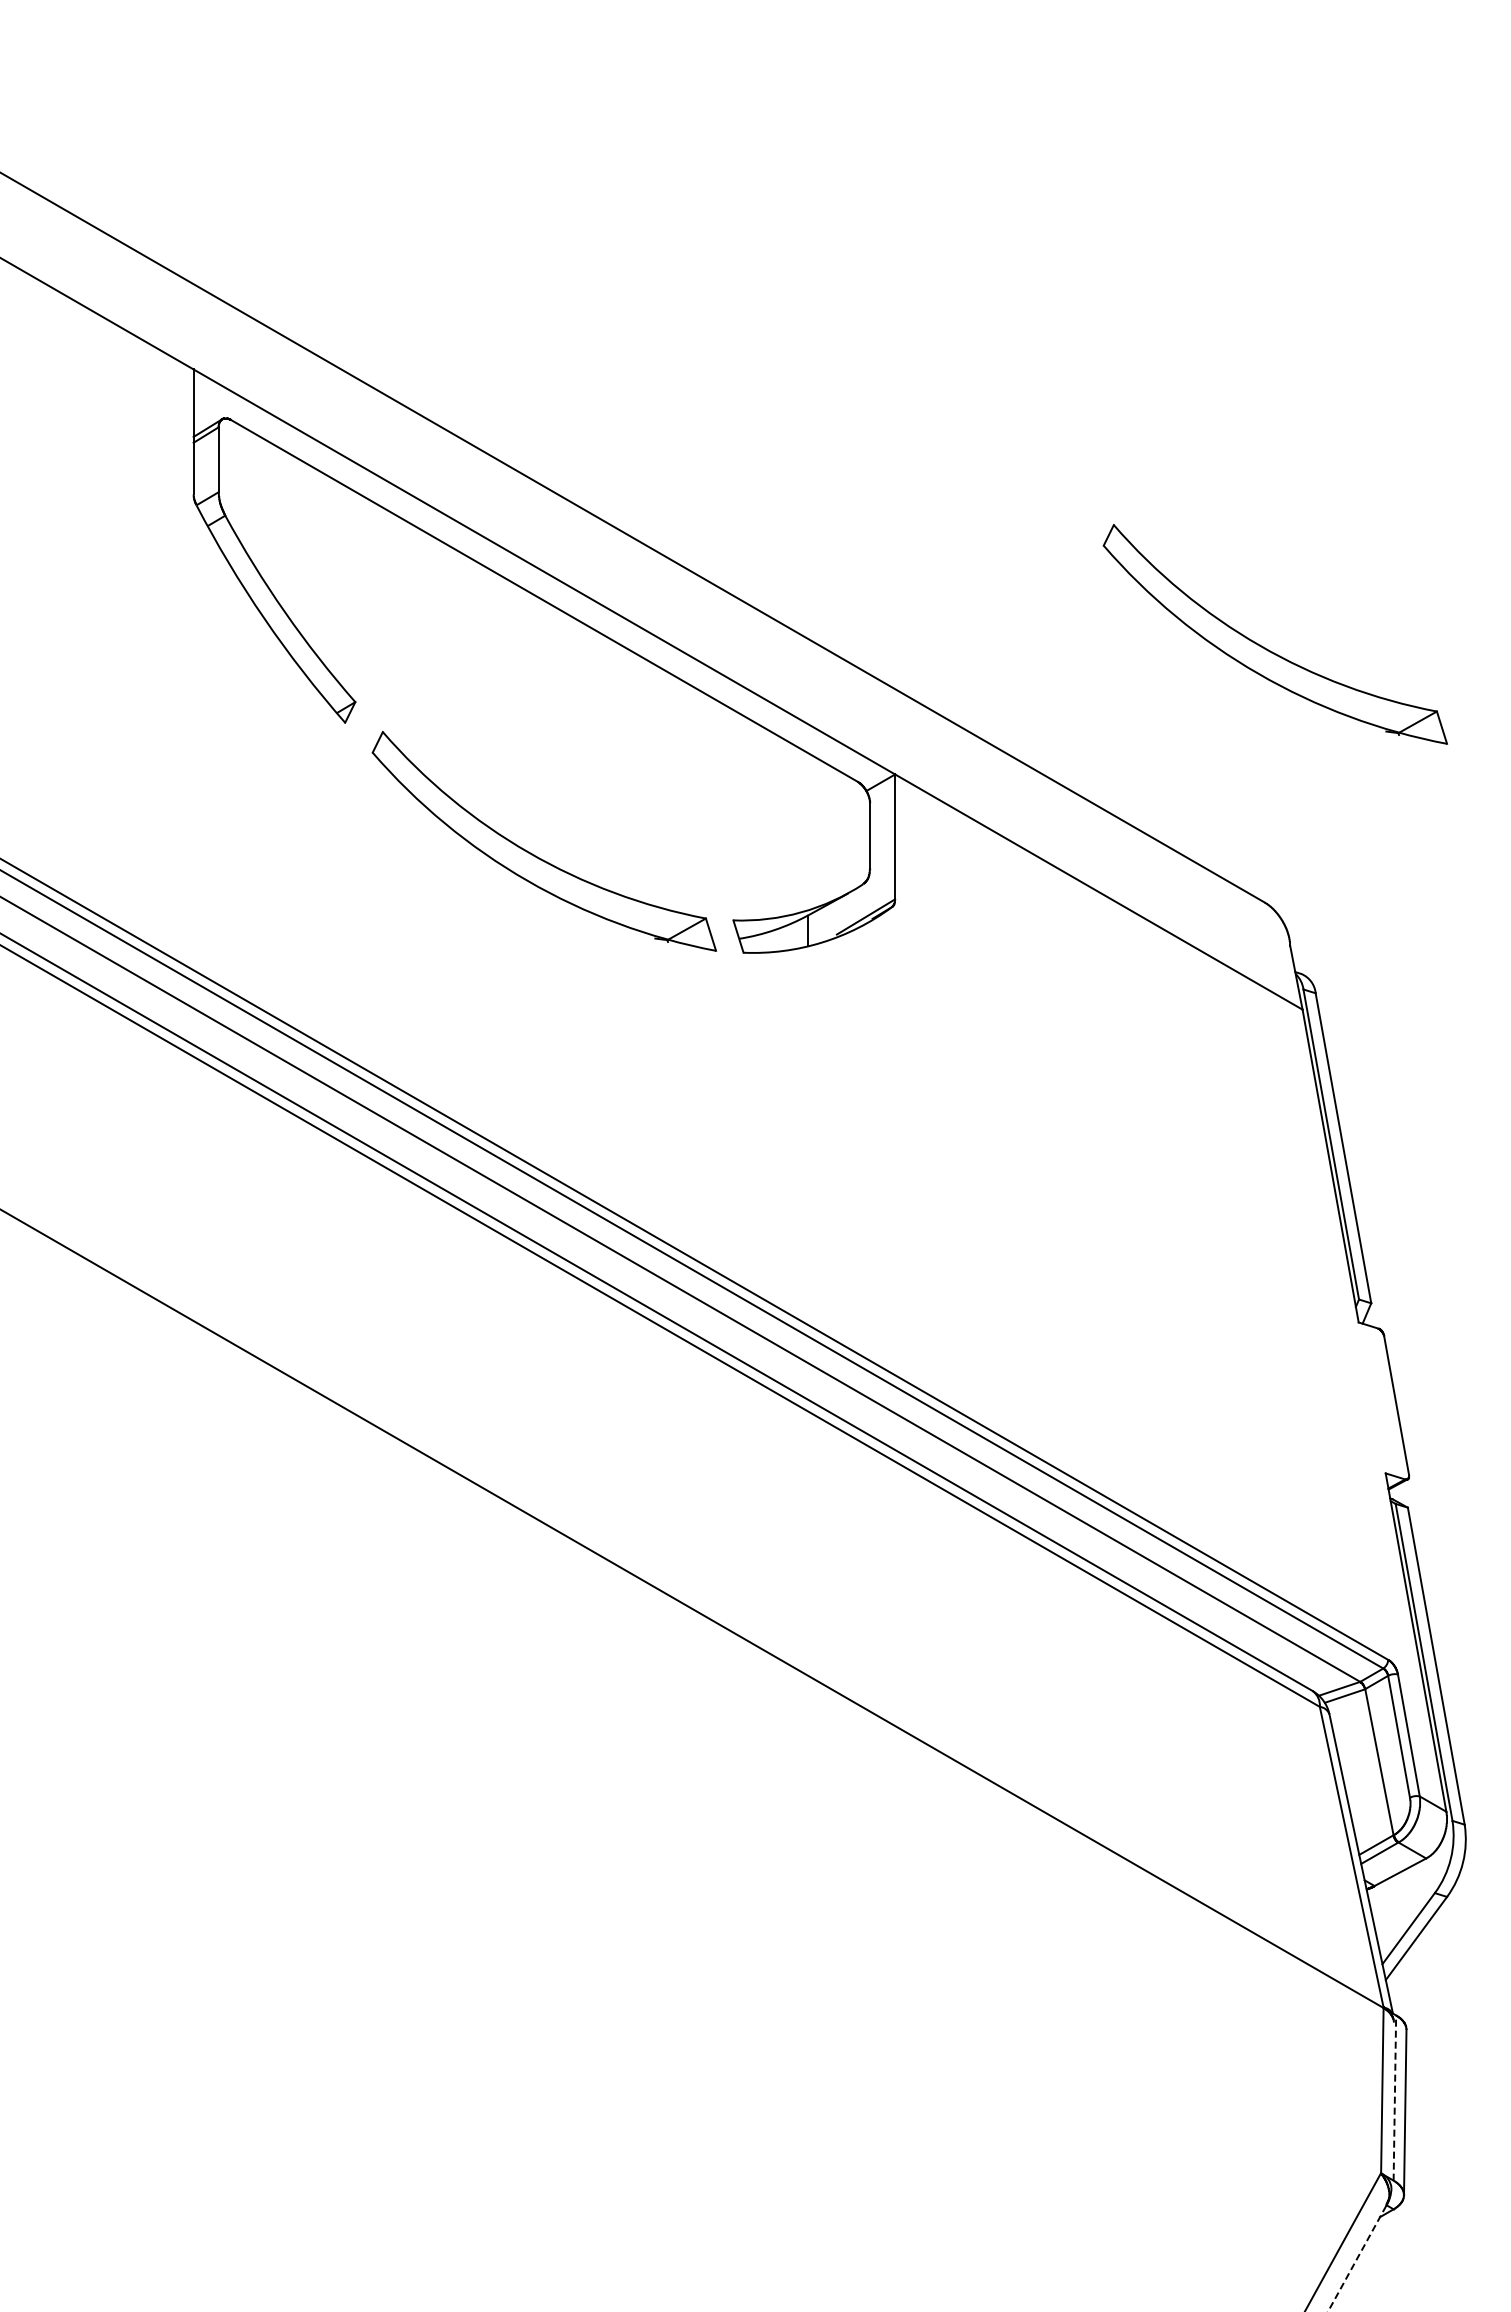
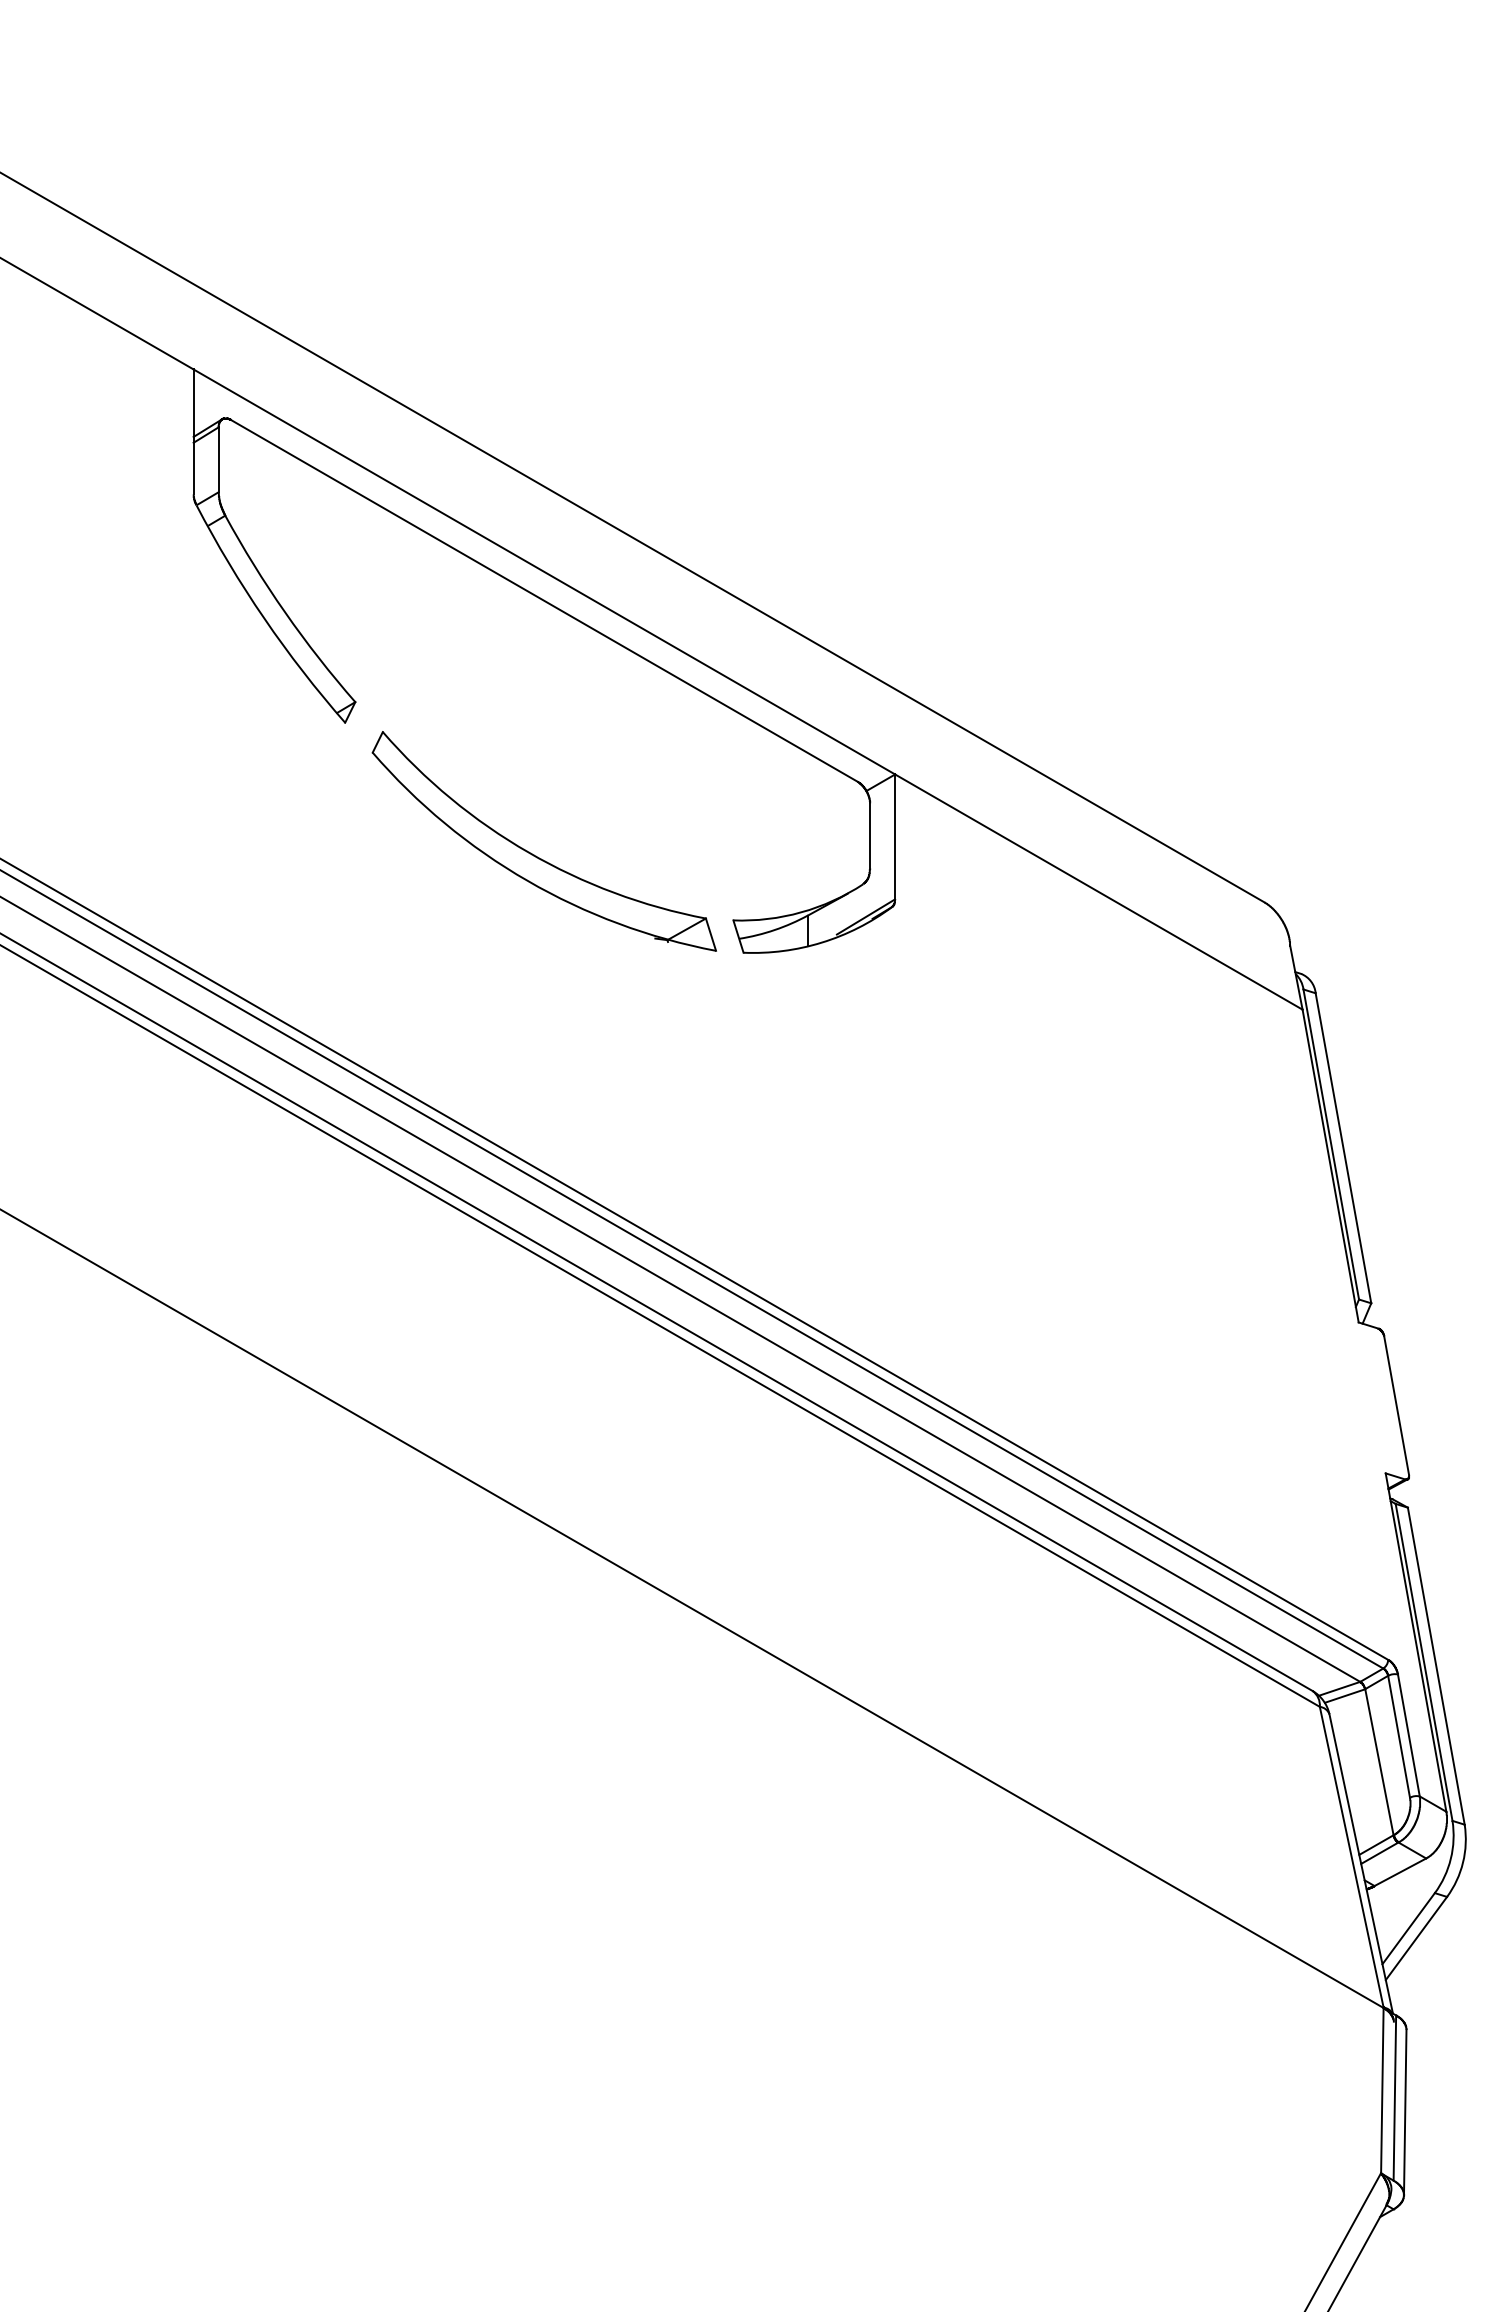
part at (1267, 648): present -> none
line at (1394, 2098): dashed -> solid
line at (1357, 2257): dashed -> solid
